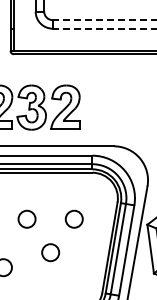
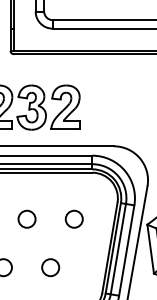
line at (104, 20): dashed -> solid
line at (104, 28): dashed -> solid
circle at (50, 252) position: (50, 252) -> (50, 267)
